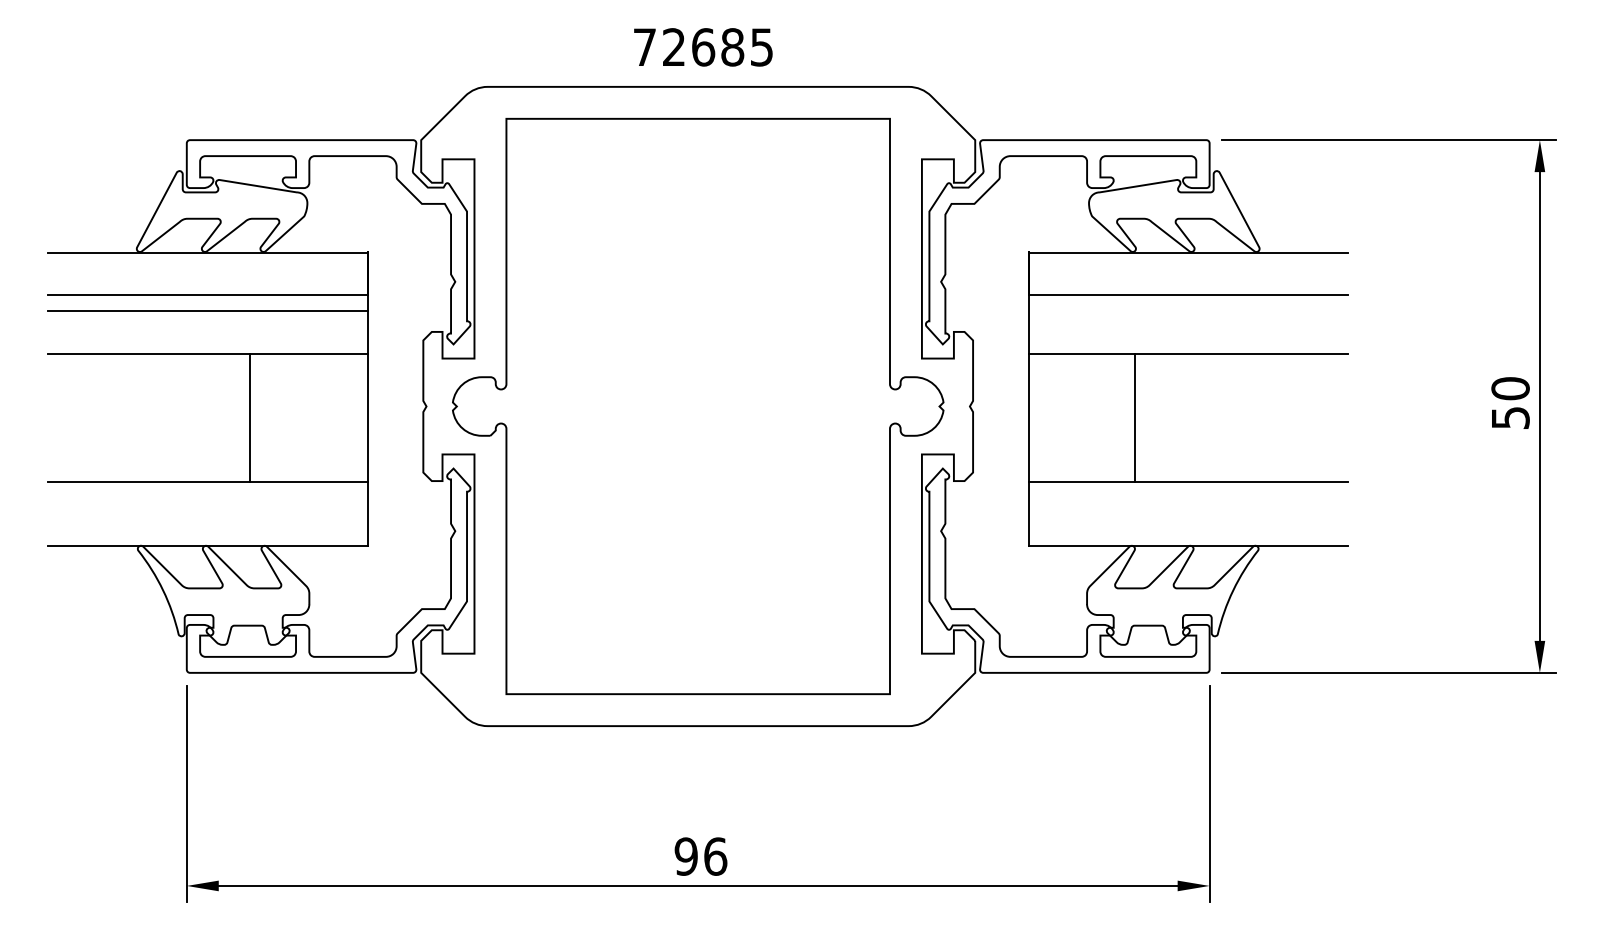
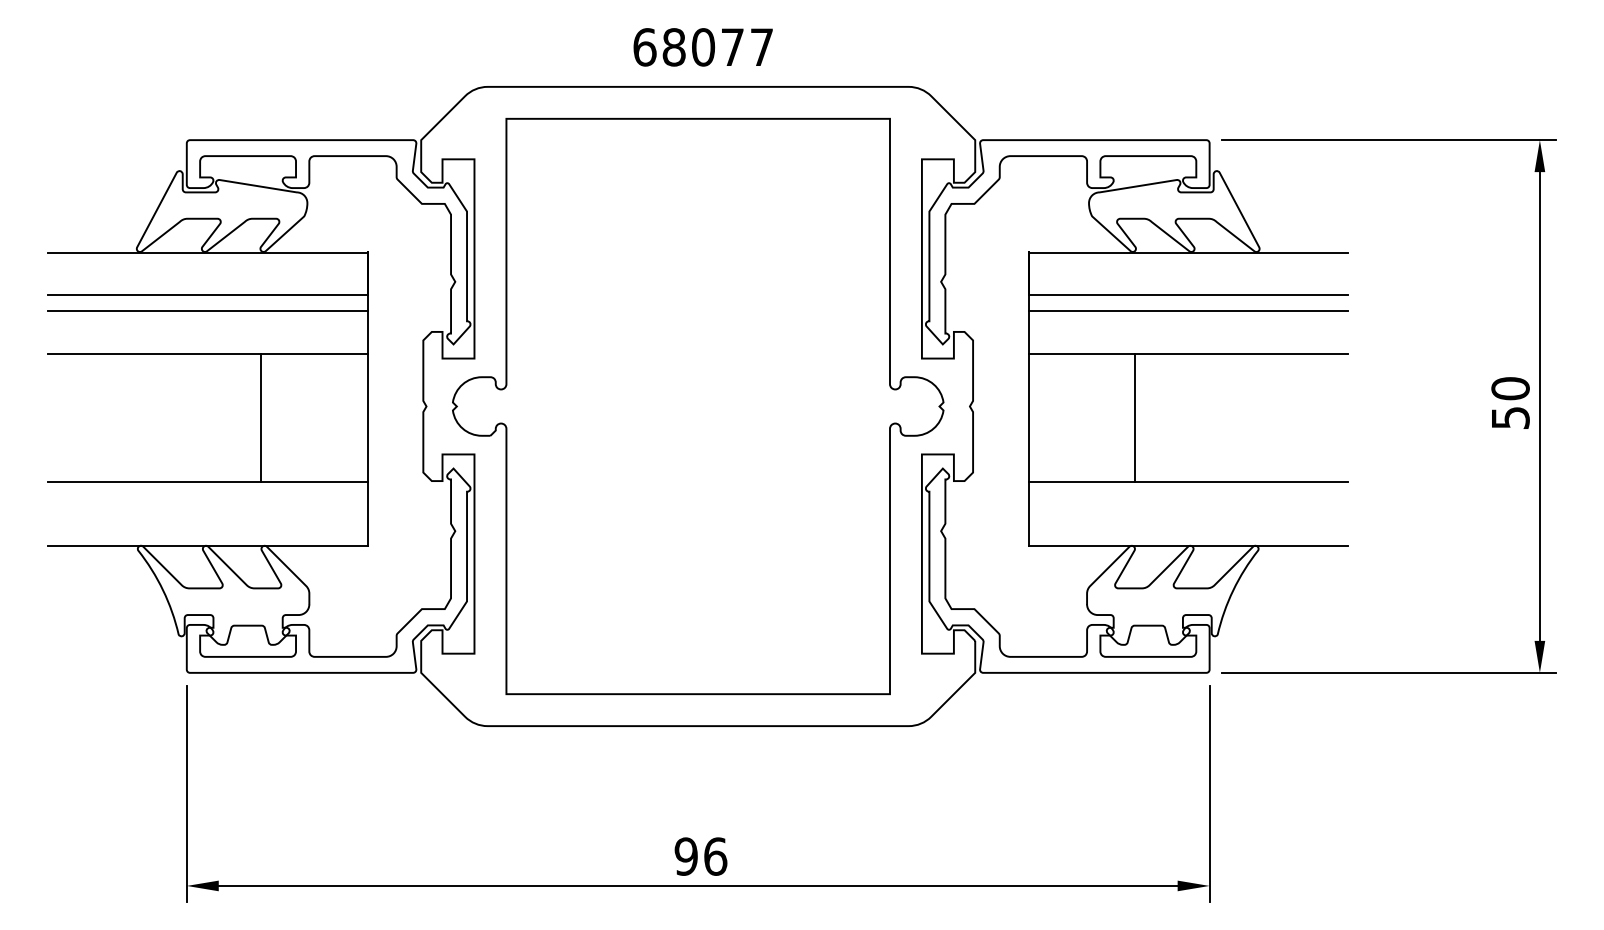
text at (702, 47): 72685 -> 68077
line at (1188, 311): none -> present
line at (250, 417) position: (250, 417) -> (261, 417)
